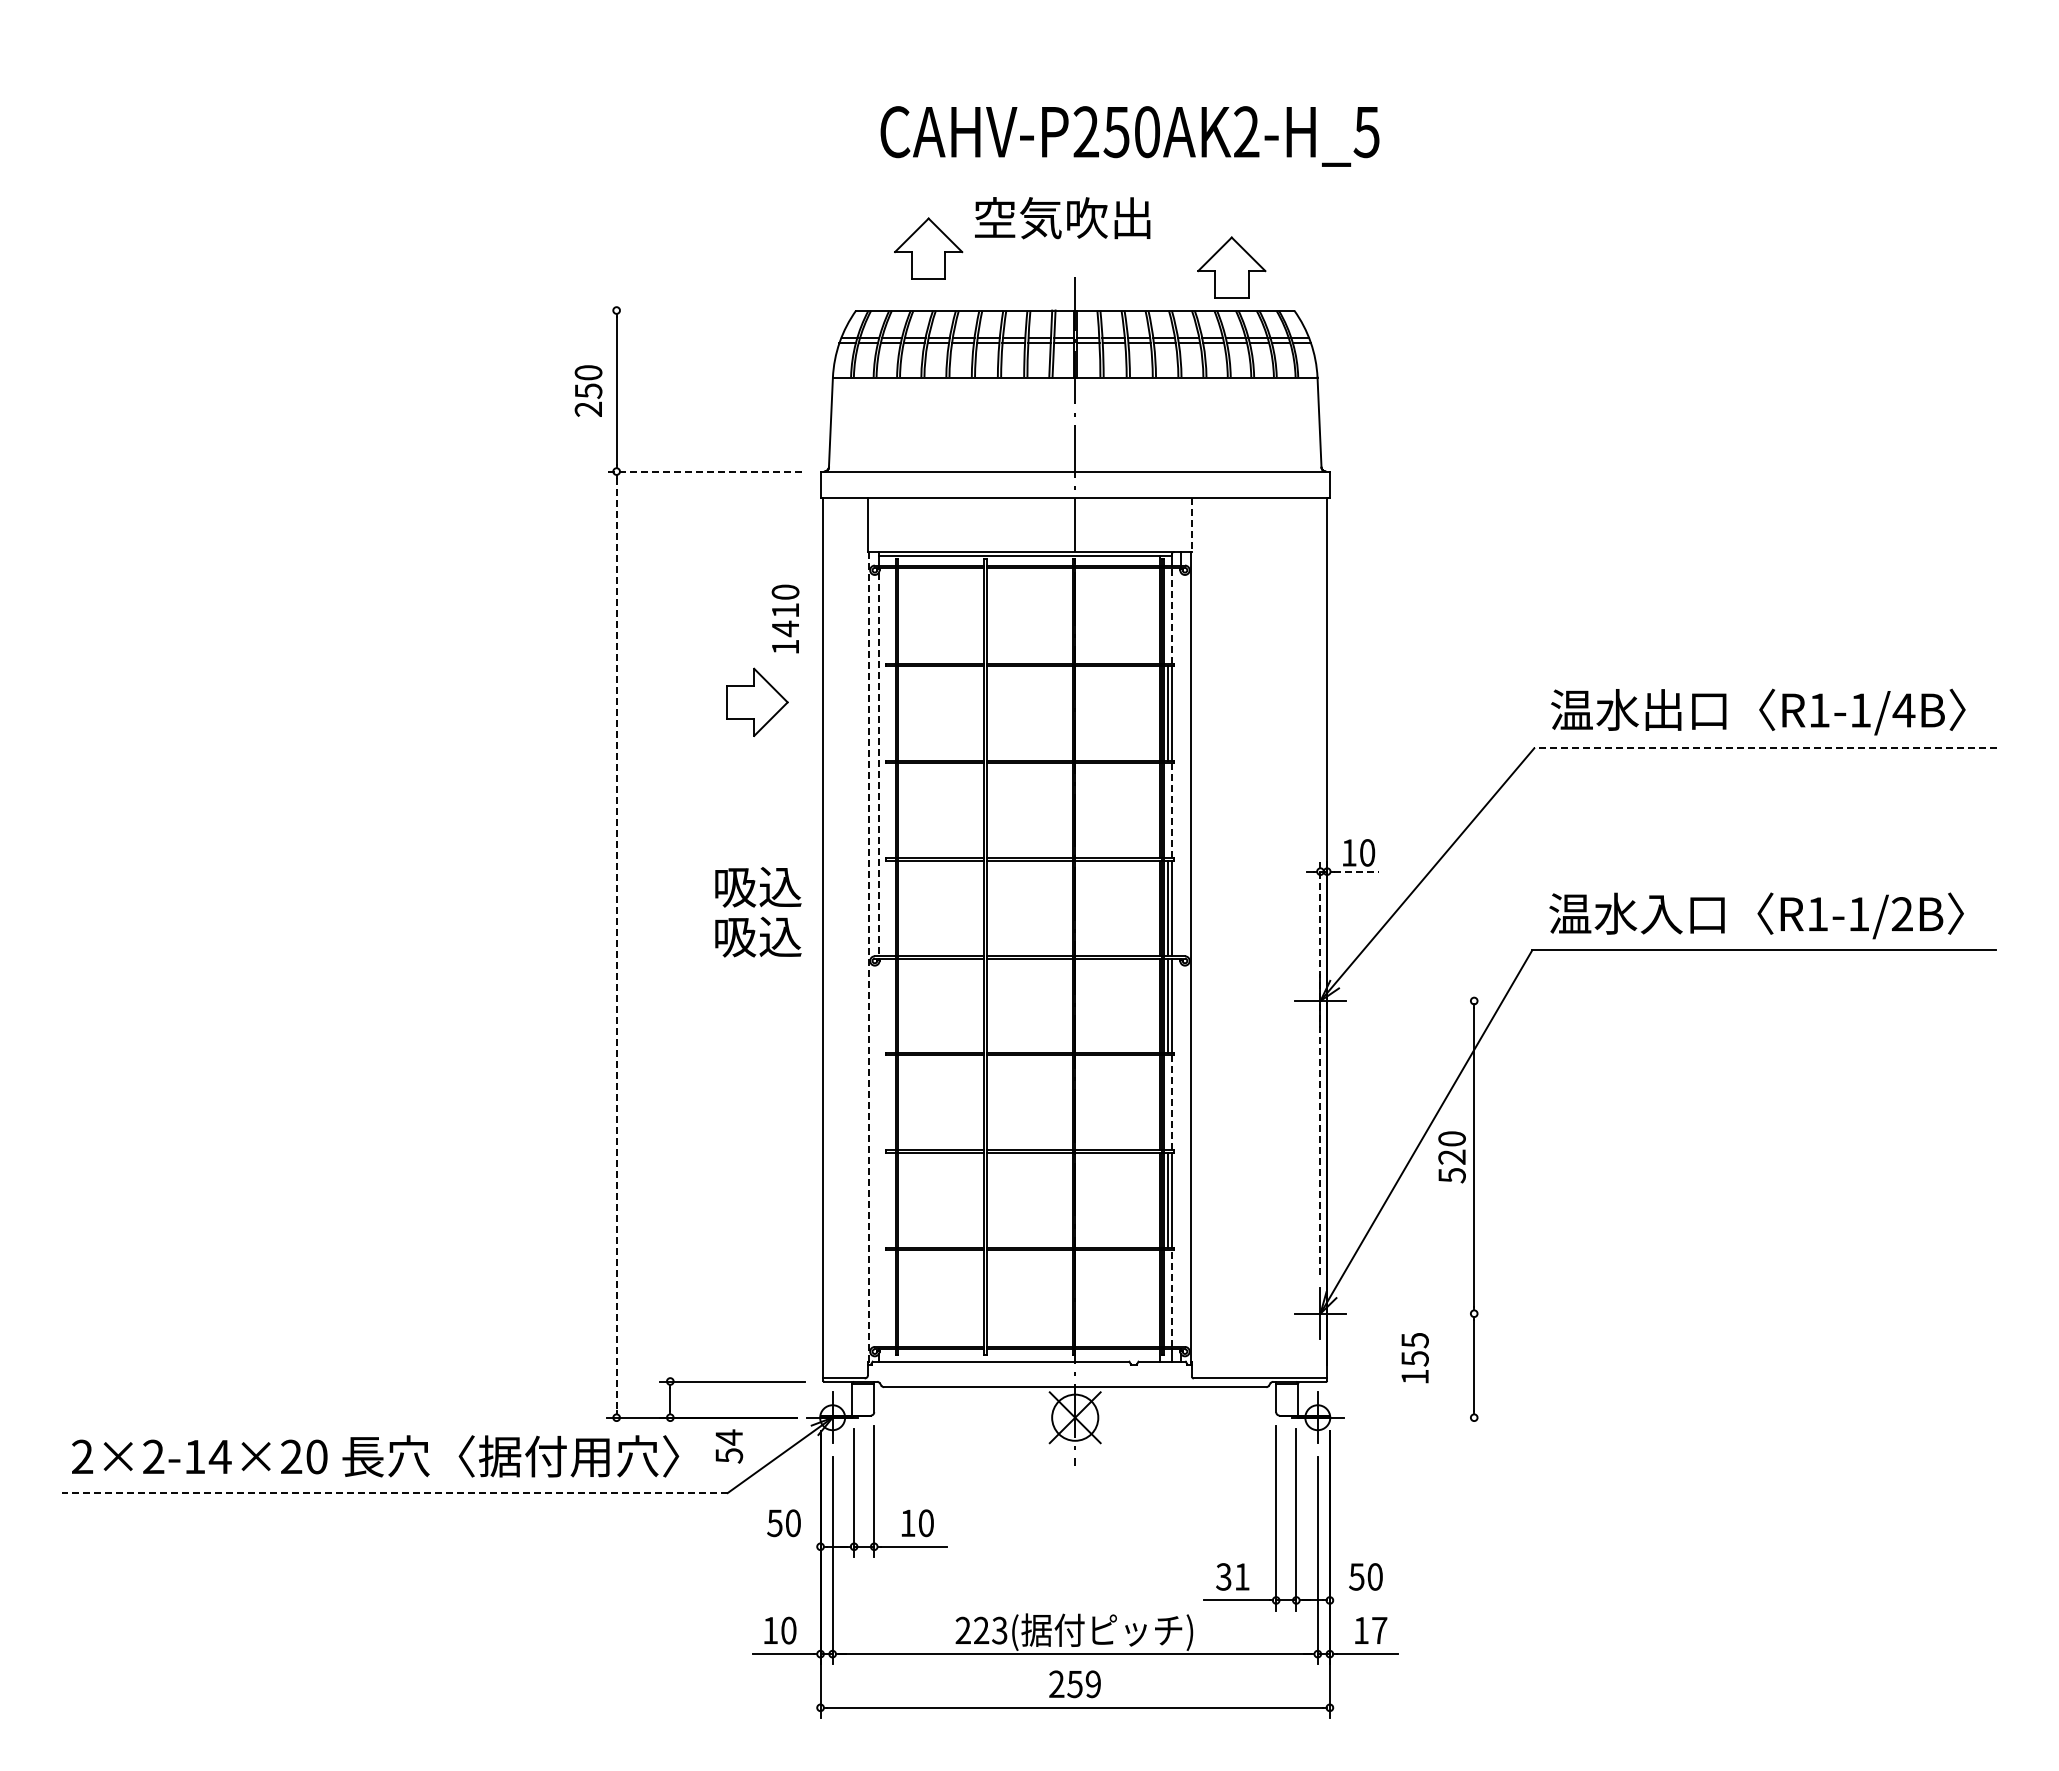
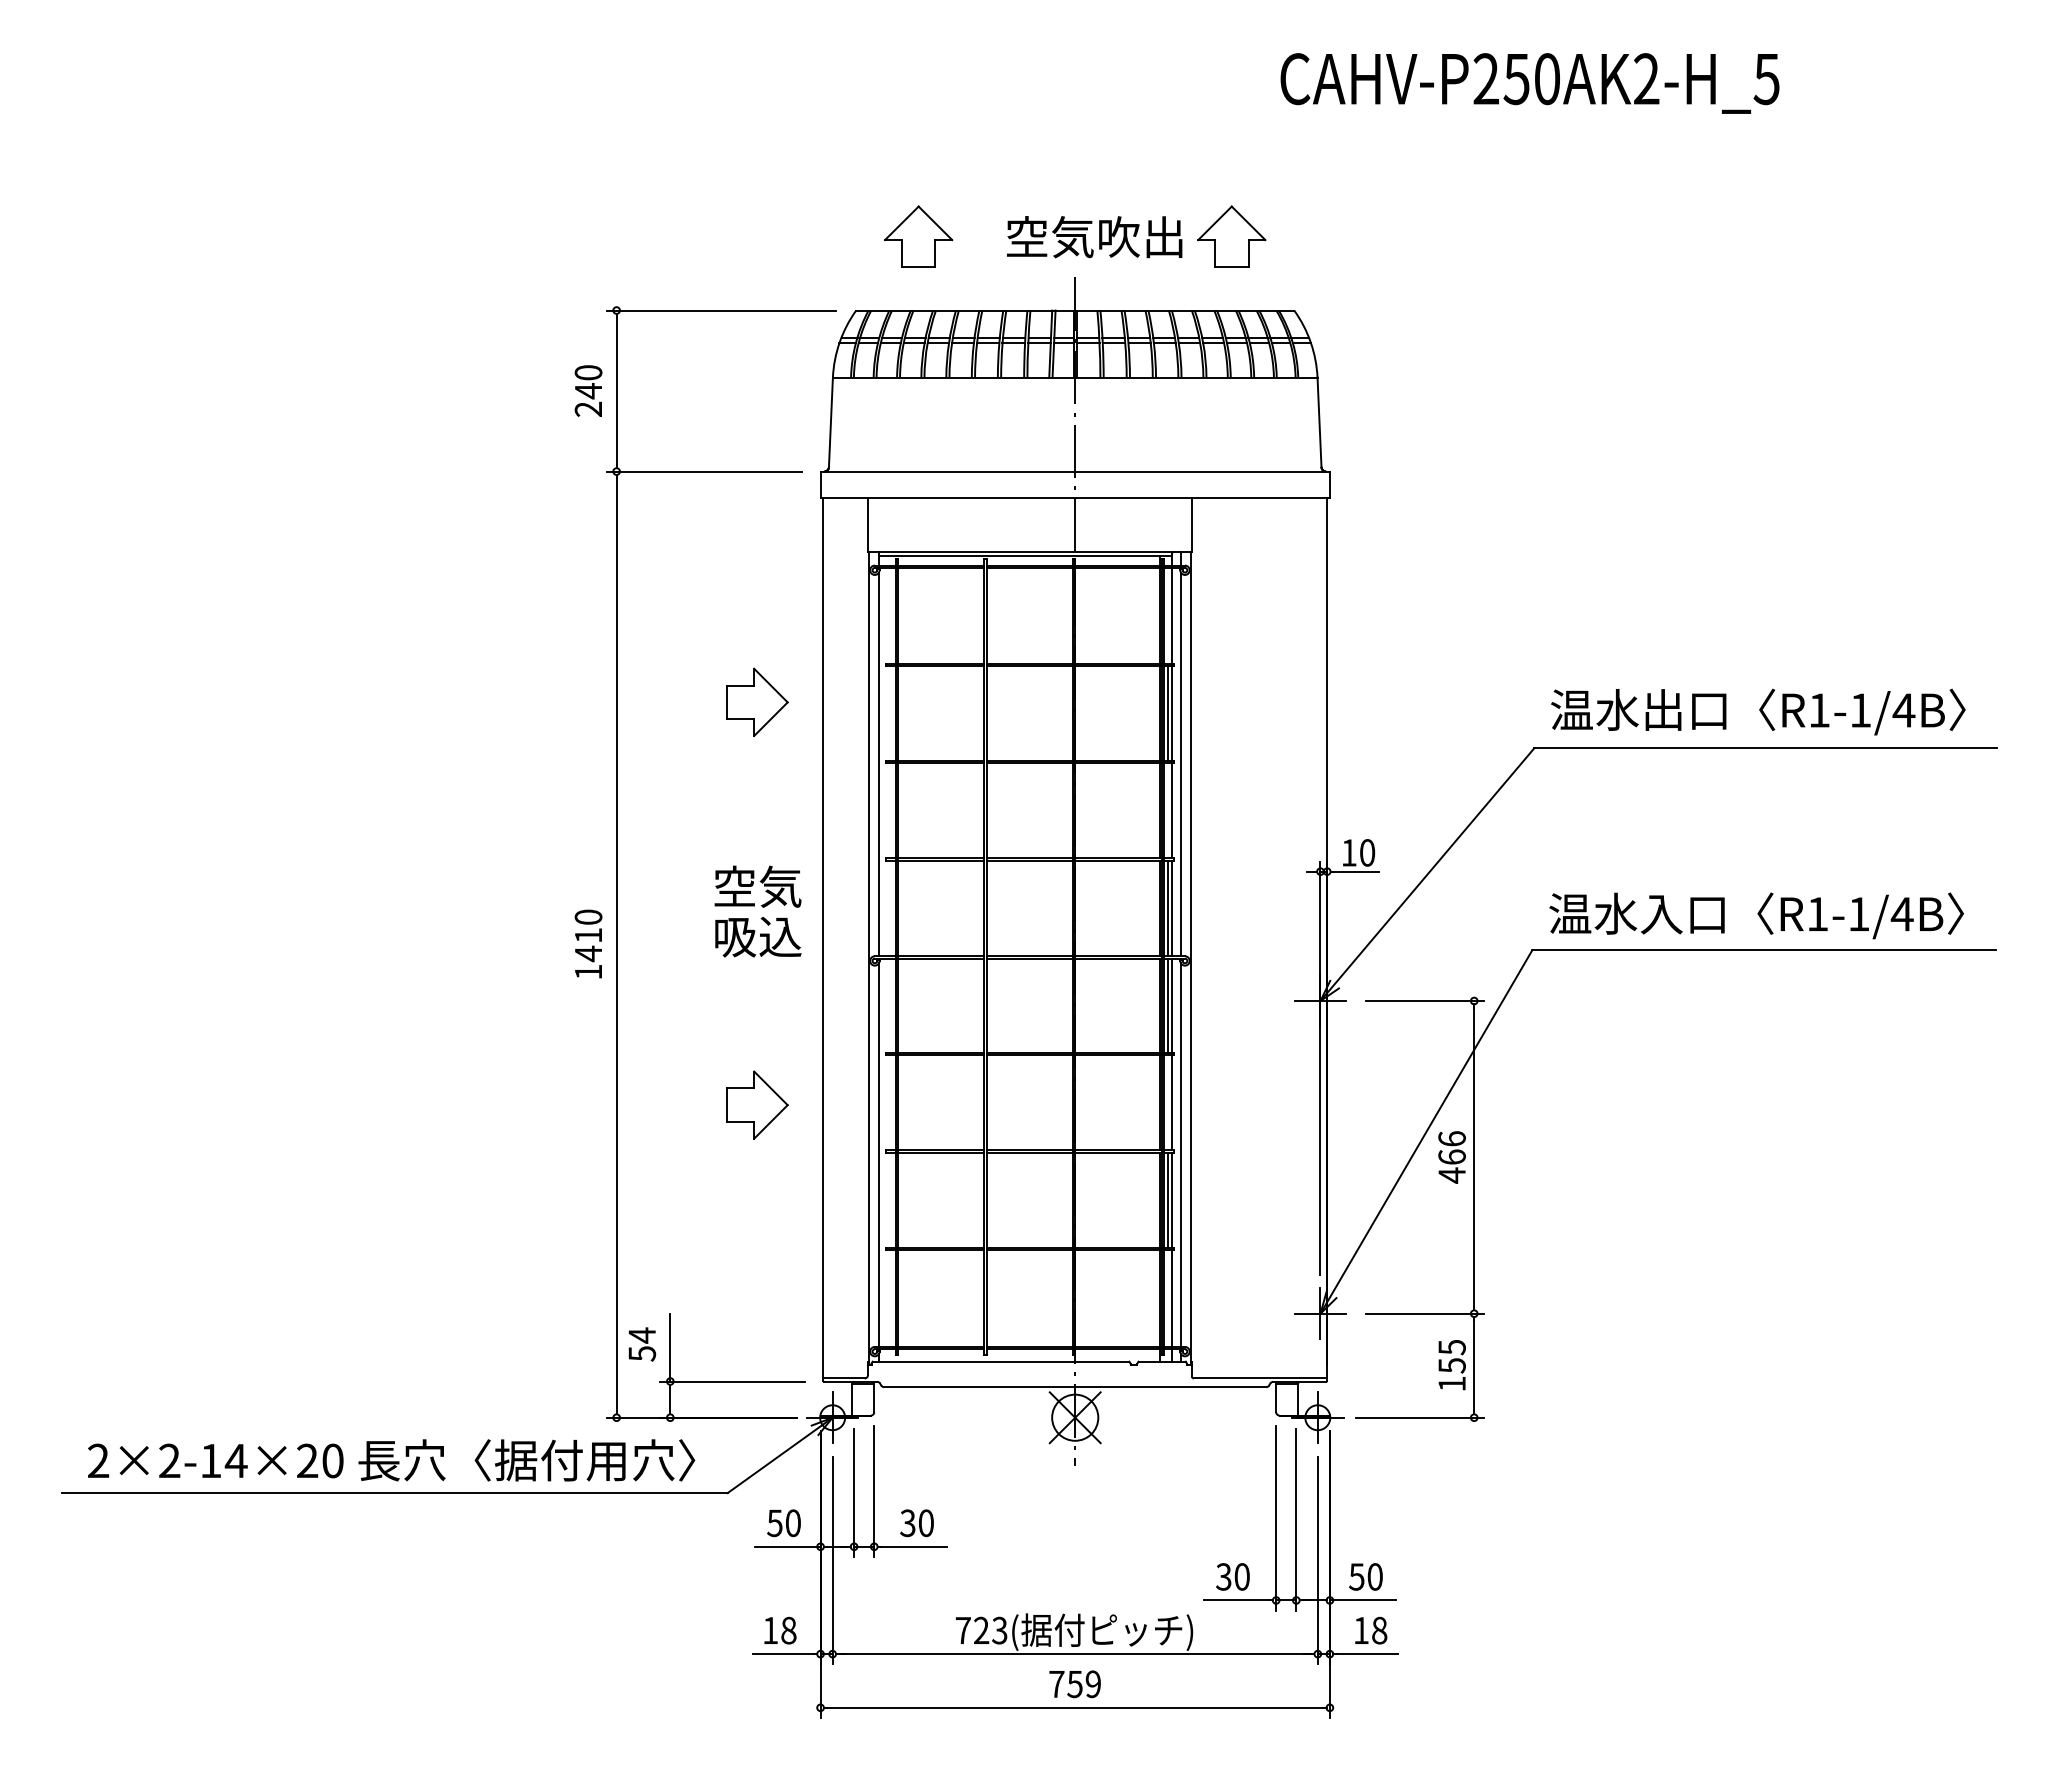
text at (1129, 136) position: (1129, 136) -> (1529, 83)
text at (1062, 218) position: (1062, 218) -> (1094, 237)
part at (928, 248) position: (928, 248) -> (918, 236)
part at (1231, 267) position: (1231, 267) -> (1231, 236)
line at (721, 310): none -> present
text at (588, 391): 250 -> 240
line at (704, 471): dashed -> solid
line at (1191, 525): dashed -> solid
line at (1171, 615): dashed -> solid
text at (785, 618) position: (785, 618) -> (588, 943)
line at (1765, 748): dashed -> solid
line at (878, 764): dashed -> solid
line at (1180, 764): none -> present
line at (1171, 810): dashed -> solid
line at (1356, 871): dashed -> solid
text at (757, 886): 吸込 -> 空気
text at (1901, 914): R1-1/2B -> R1-1/4B
line at (616, 945): dashed -> solid
line at (868, 959): dashed -> solid
line at (1425, 1001): none -> present
line at (1320, 1068): dashed -> solid
line at (1171, 1102): dashed -> solid
part at (757, 1104): none -> present
line at (878, 1154): none -> present
line at (1180, 1154): none -> present
text at (1451, 1157): 520 -> 466
line at (1171, 1298): dashed -> solid
line at (1425, 1313): none -> present
line at (670, 1347): none -> present
text at (1414, 1358) position: (1414, 1358) -> (1451, 1365)
line at (1419, 1417): none -> present
text at (729, 1446) position: (729, 1446) -> (642, 1344)
text at (375, 1456) position: (375, 1456) -> (391, 1460)
line at (394, 1493): dashed -> solid
text at (907, 1523): 10 -> 30
line at (787, 1546): none -> present
text at (1241, 1576): 31 -> 30
line at (1362, 1600): none -> present
text at (962, 1629): 223( -> 723(
text at (788, 1630): 10 -> 18
text at (1379, 1630): 17 -> 18
text at (1056, 1683): 259 -> 759
